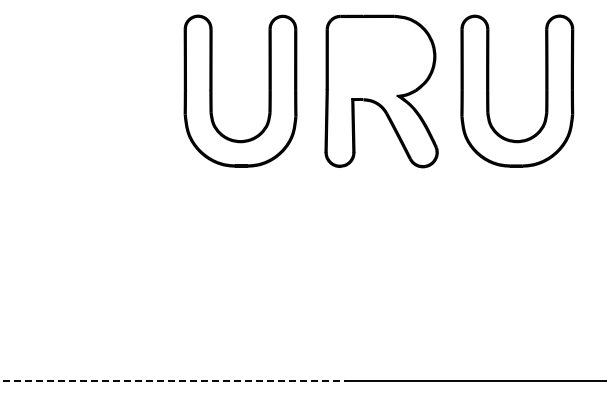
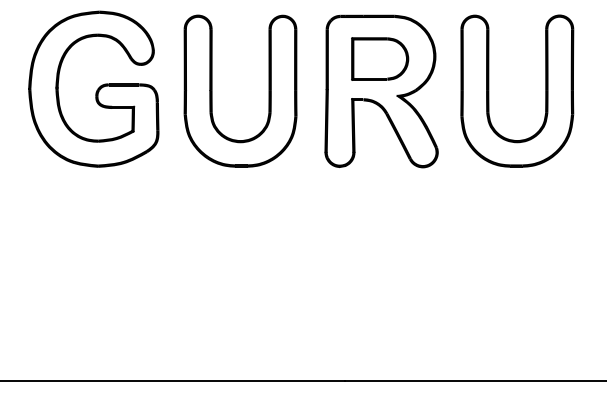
part at (380, 58): none -> present
part at (93, 88): none -> present
line at (173, 381): dashed -> solid
